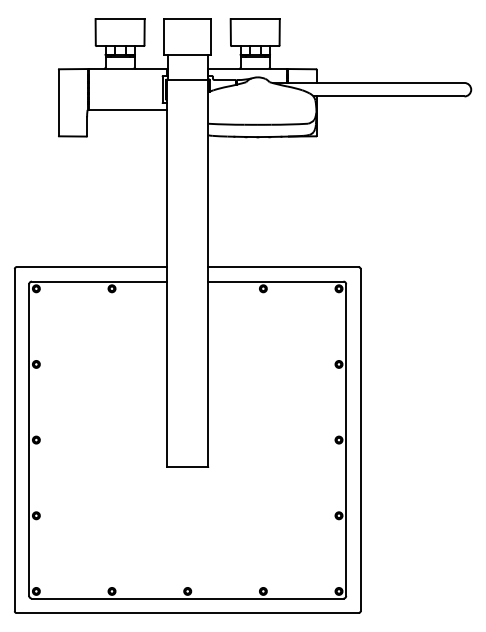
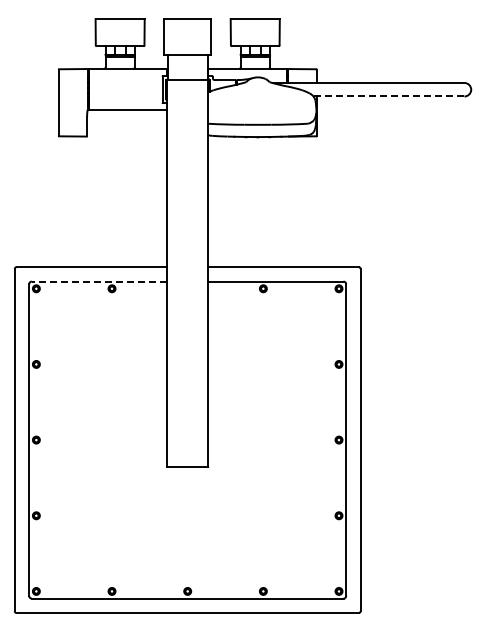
line at (389, 96): solid -> dashed
line at (99, 281): solid -> dashed
